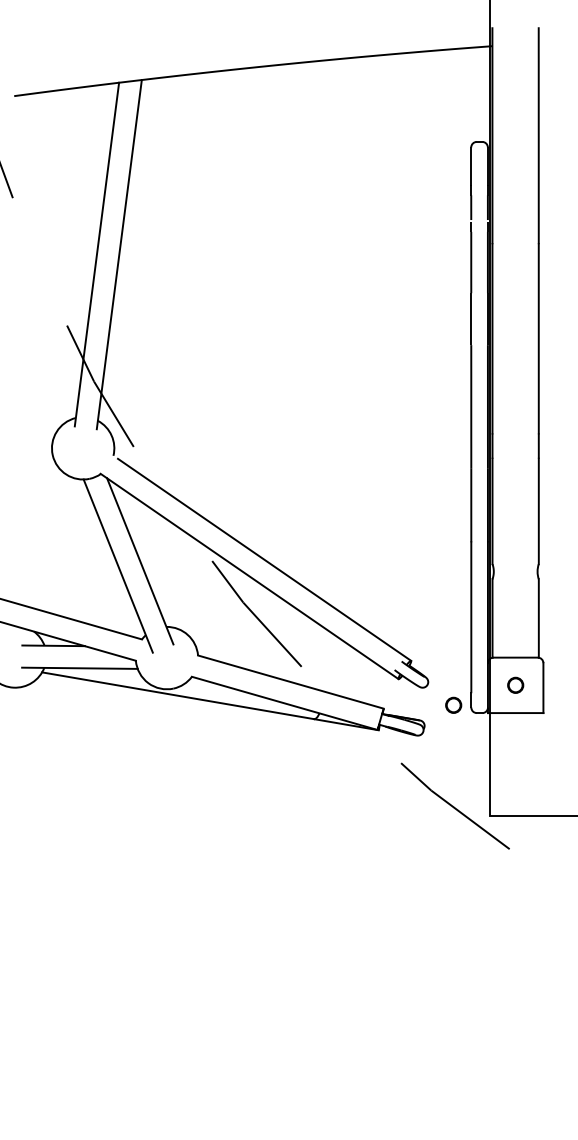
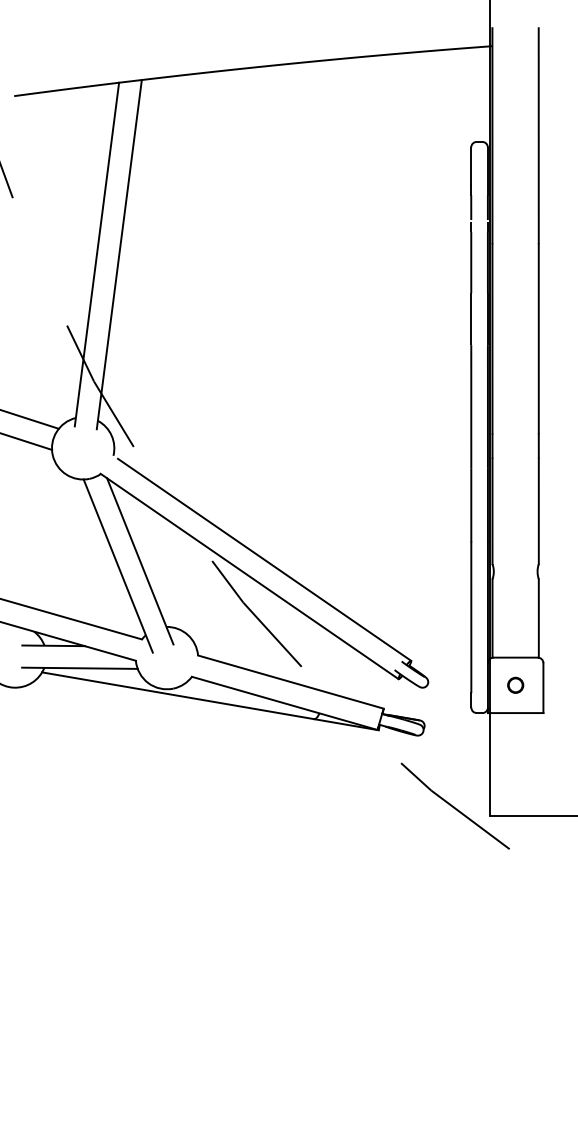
line at (30, 419): none -> present
line at (27, 441): none -> present
circle at (453, 704): present -> none
